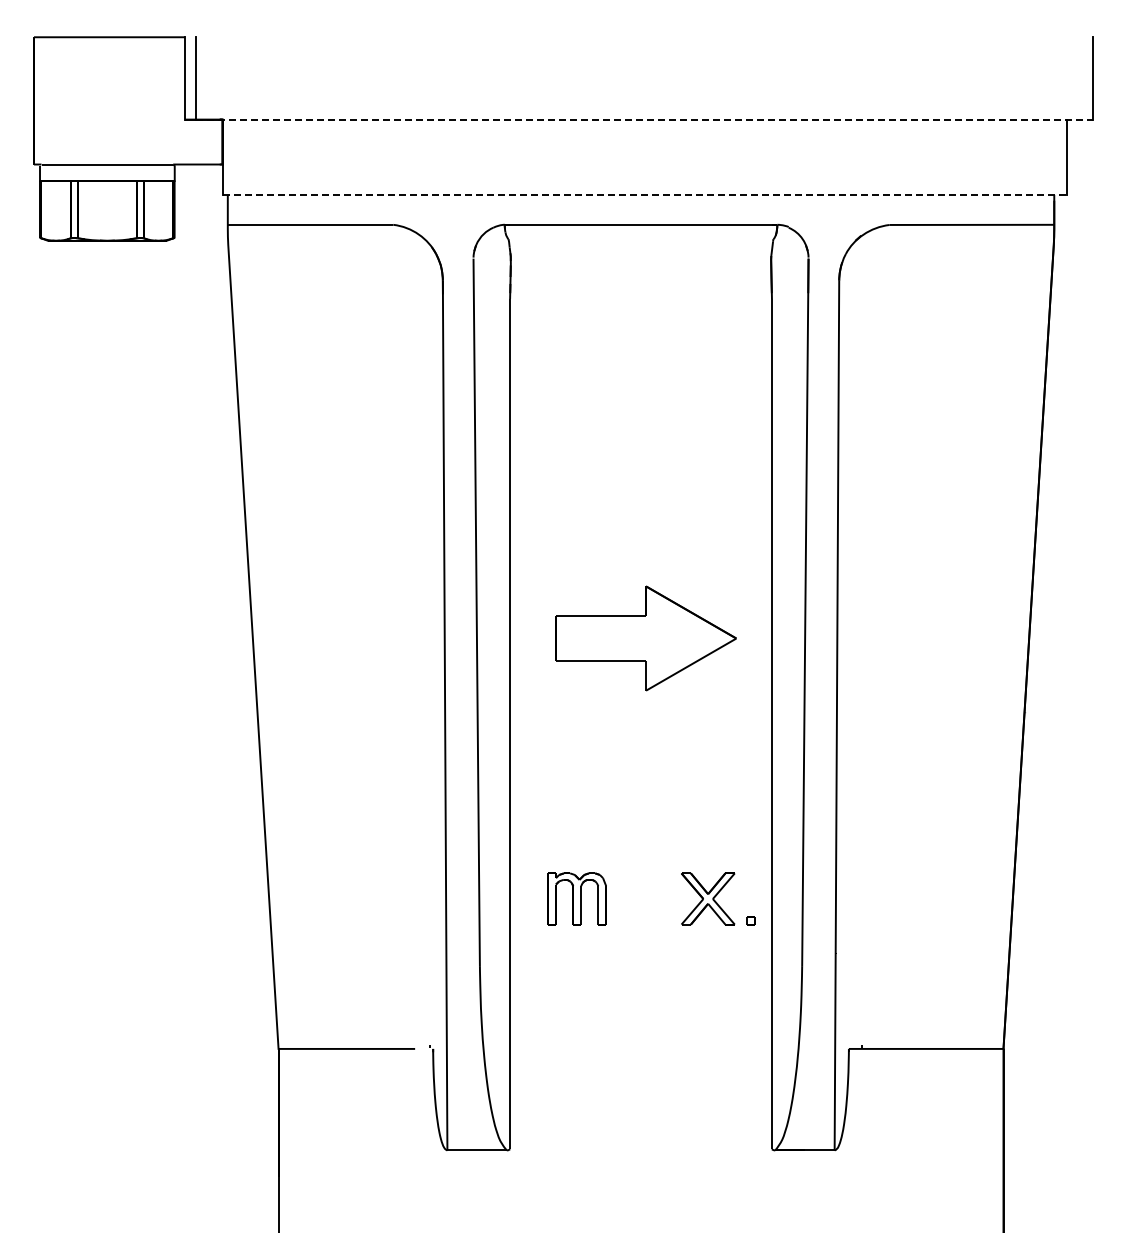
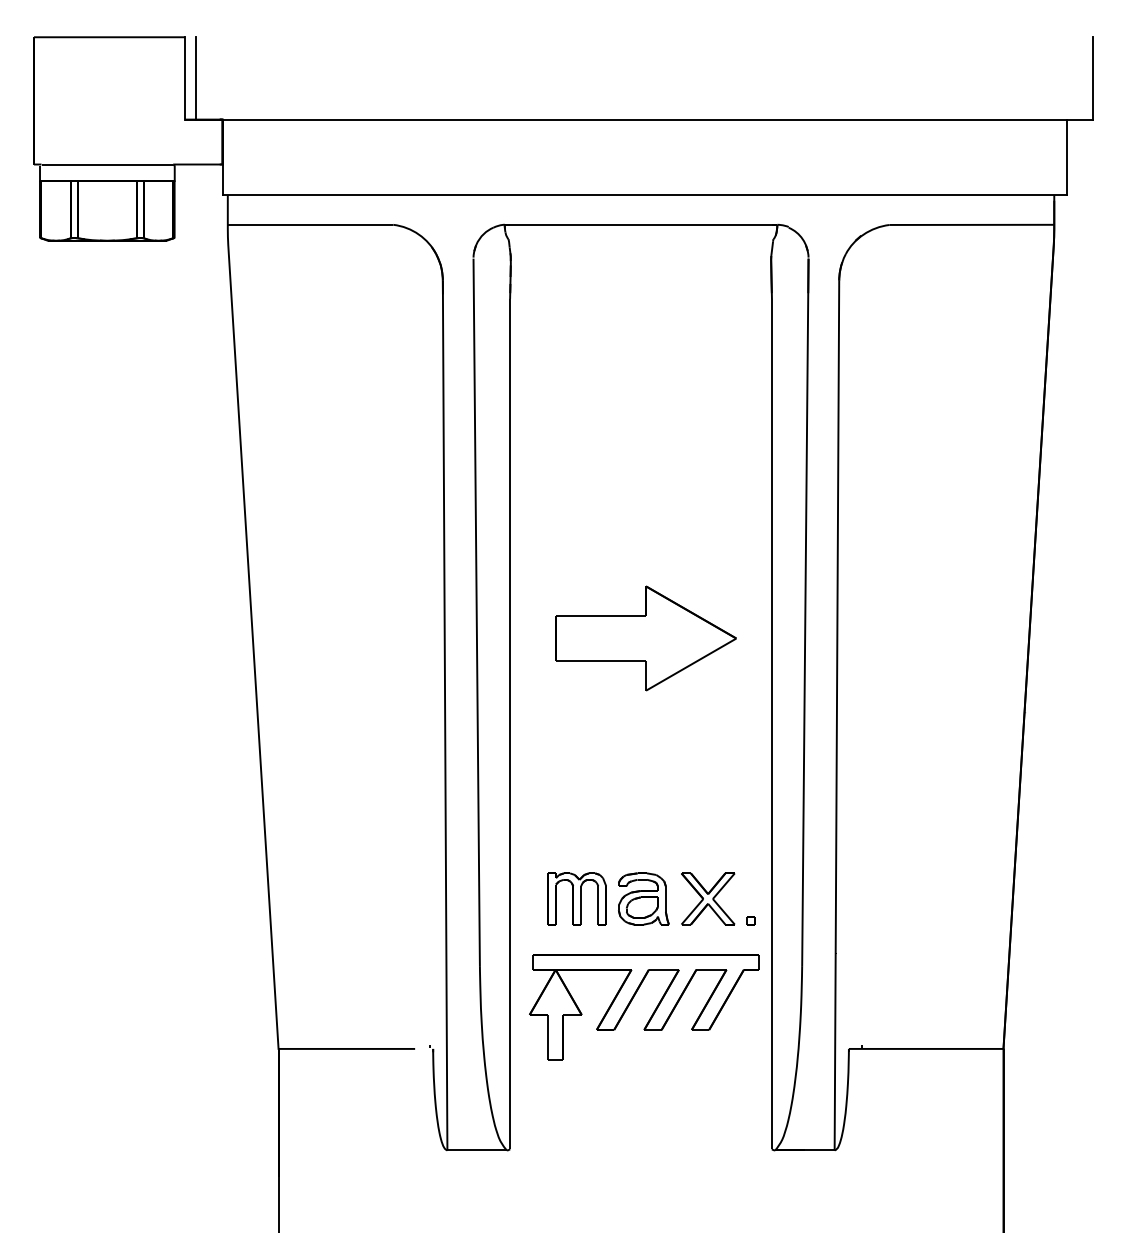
line at (645, 119): dashed -> solid
line at (645, 194): dashed -> solid
part at (643, 898): none -> present
part at (653, 1011): none -> present
